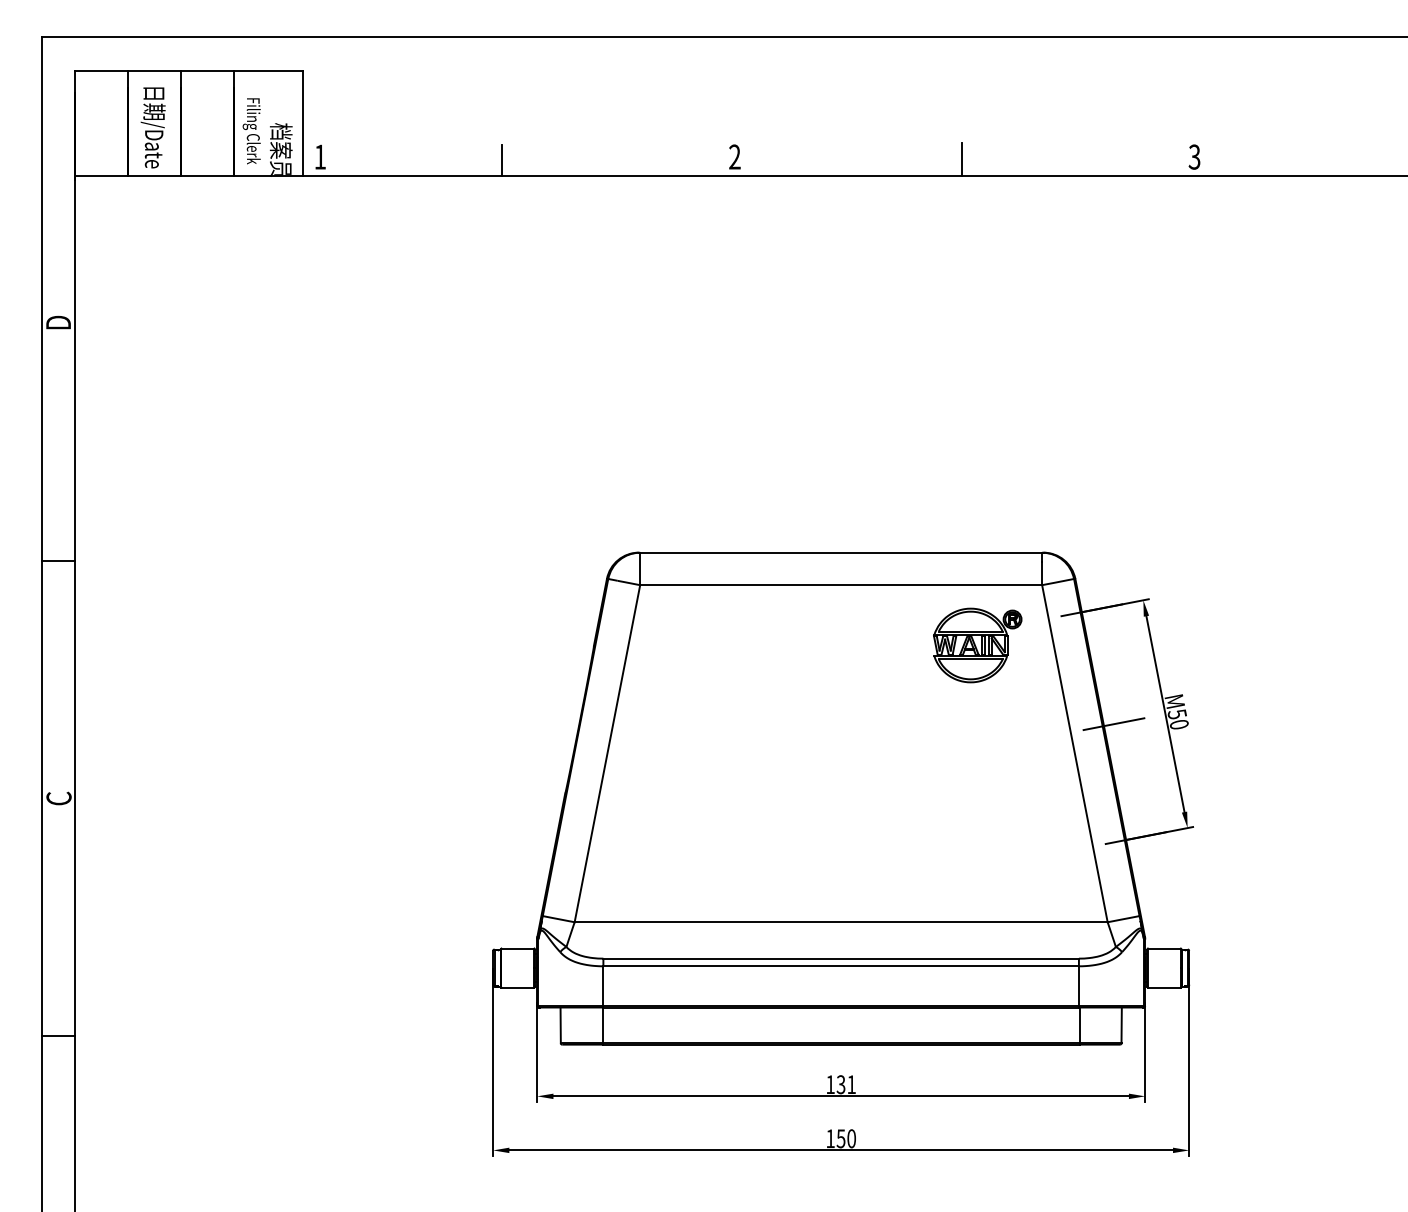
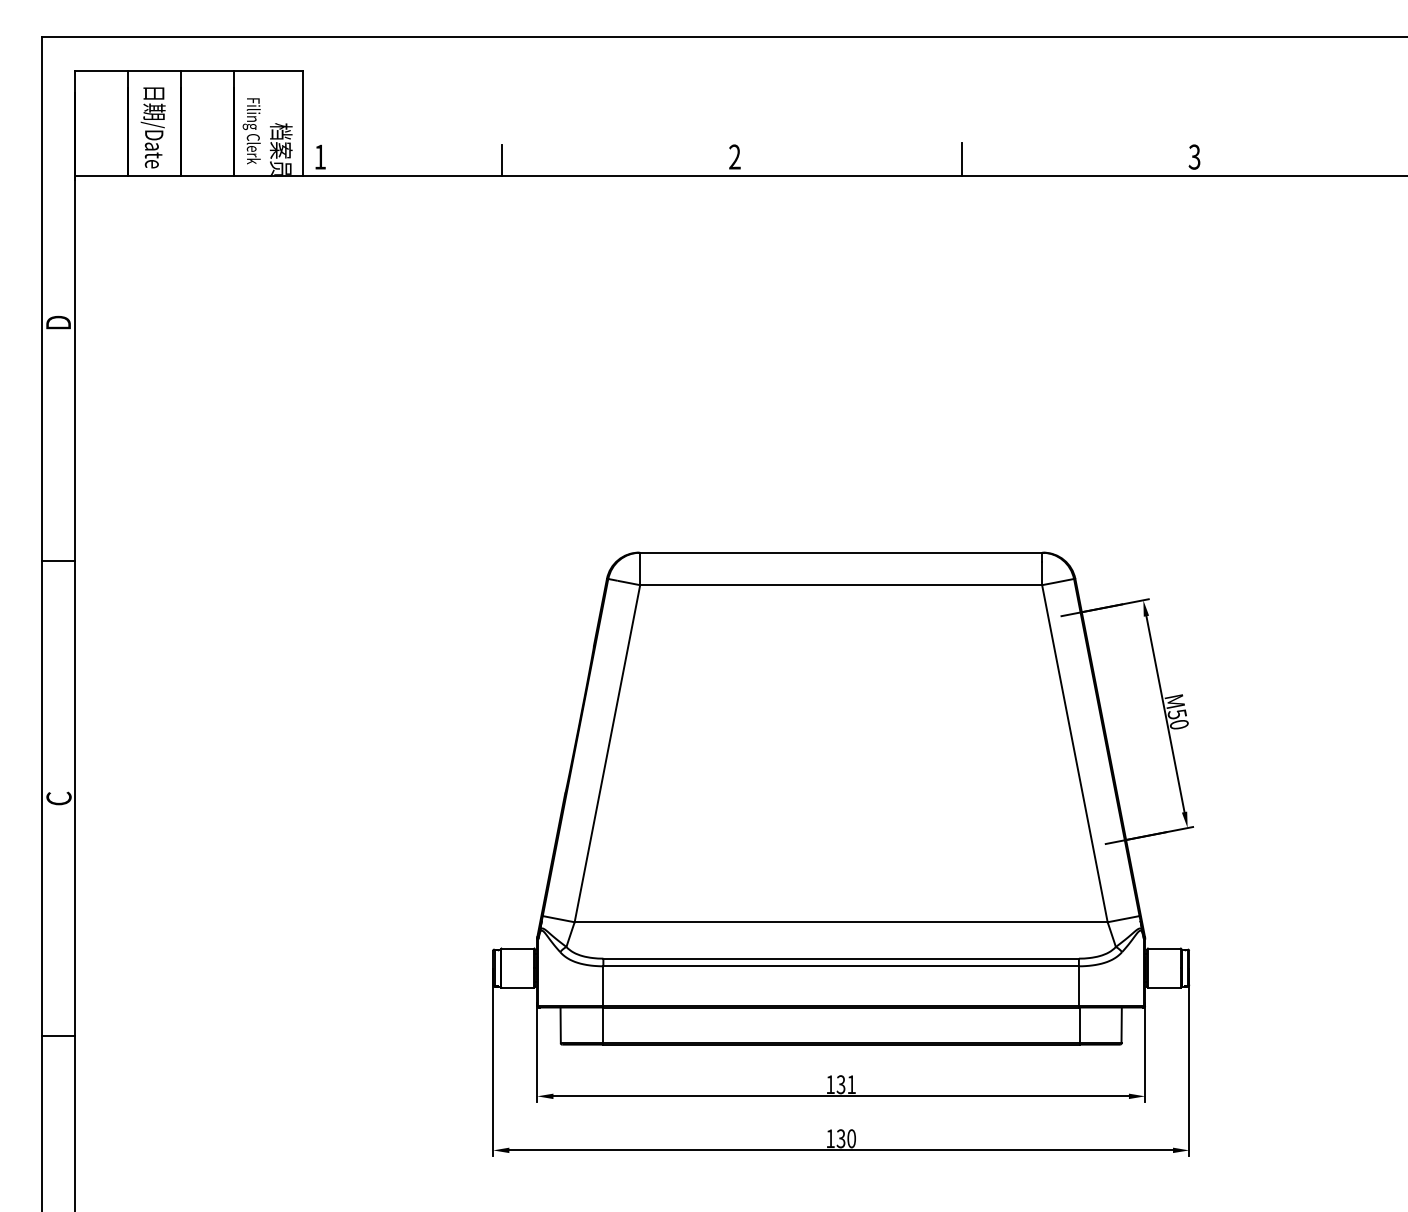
part at (977, 645): present -> none
line at (1113, 724): present -> none
text at (841, 1138): 150 -> 130
